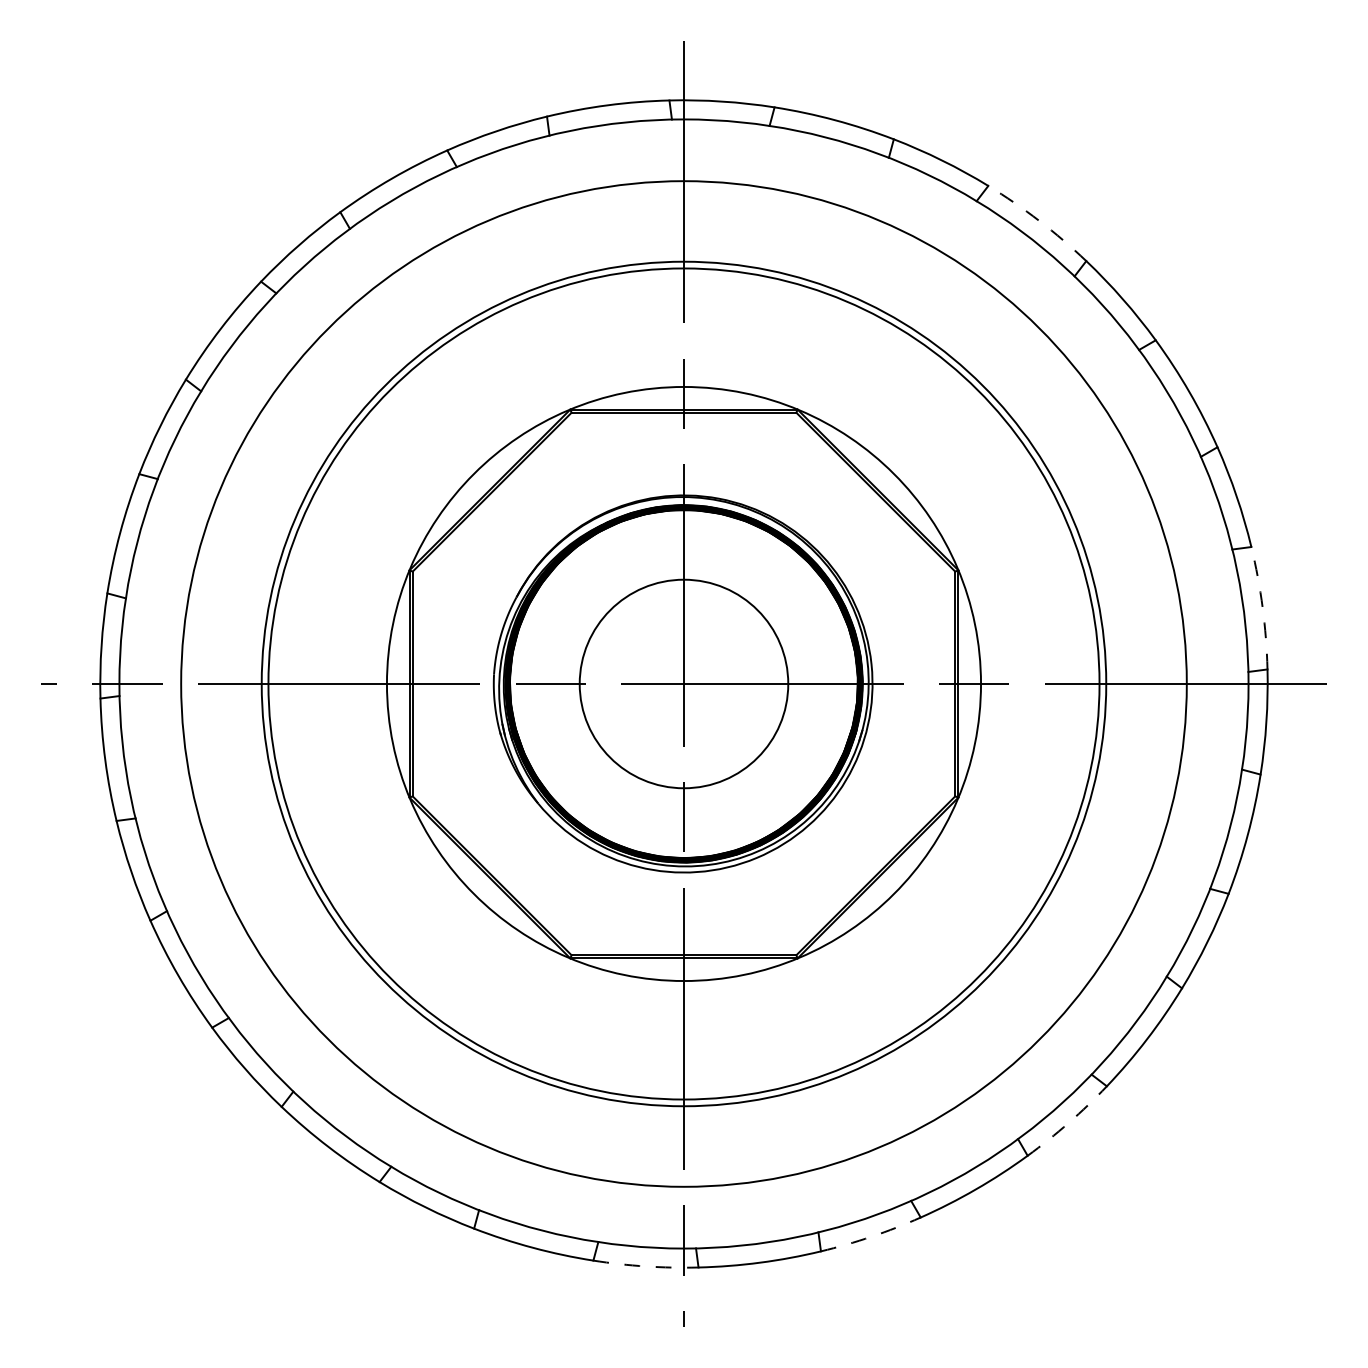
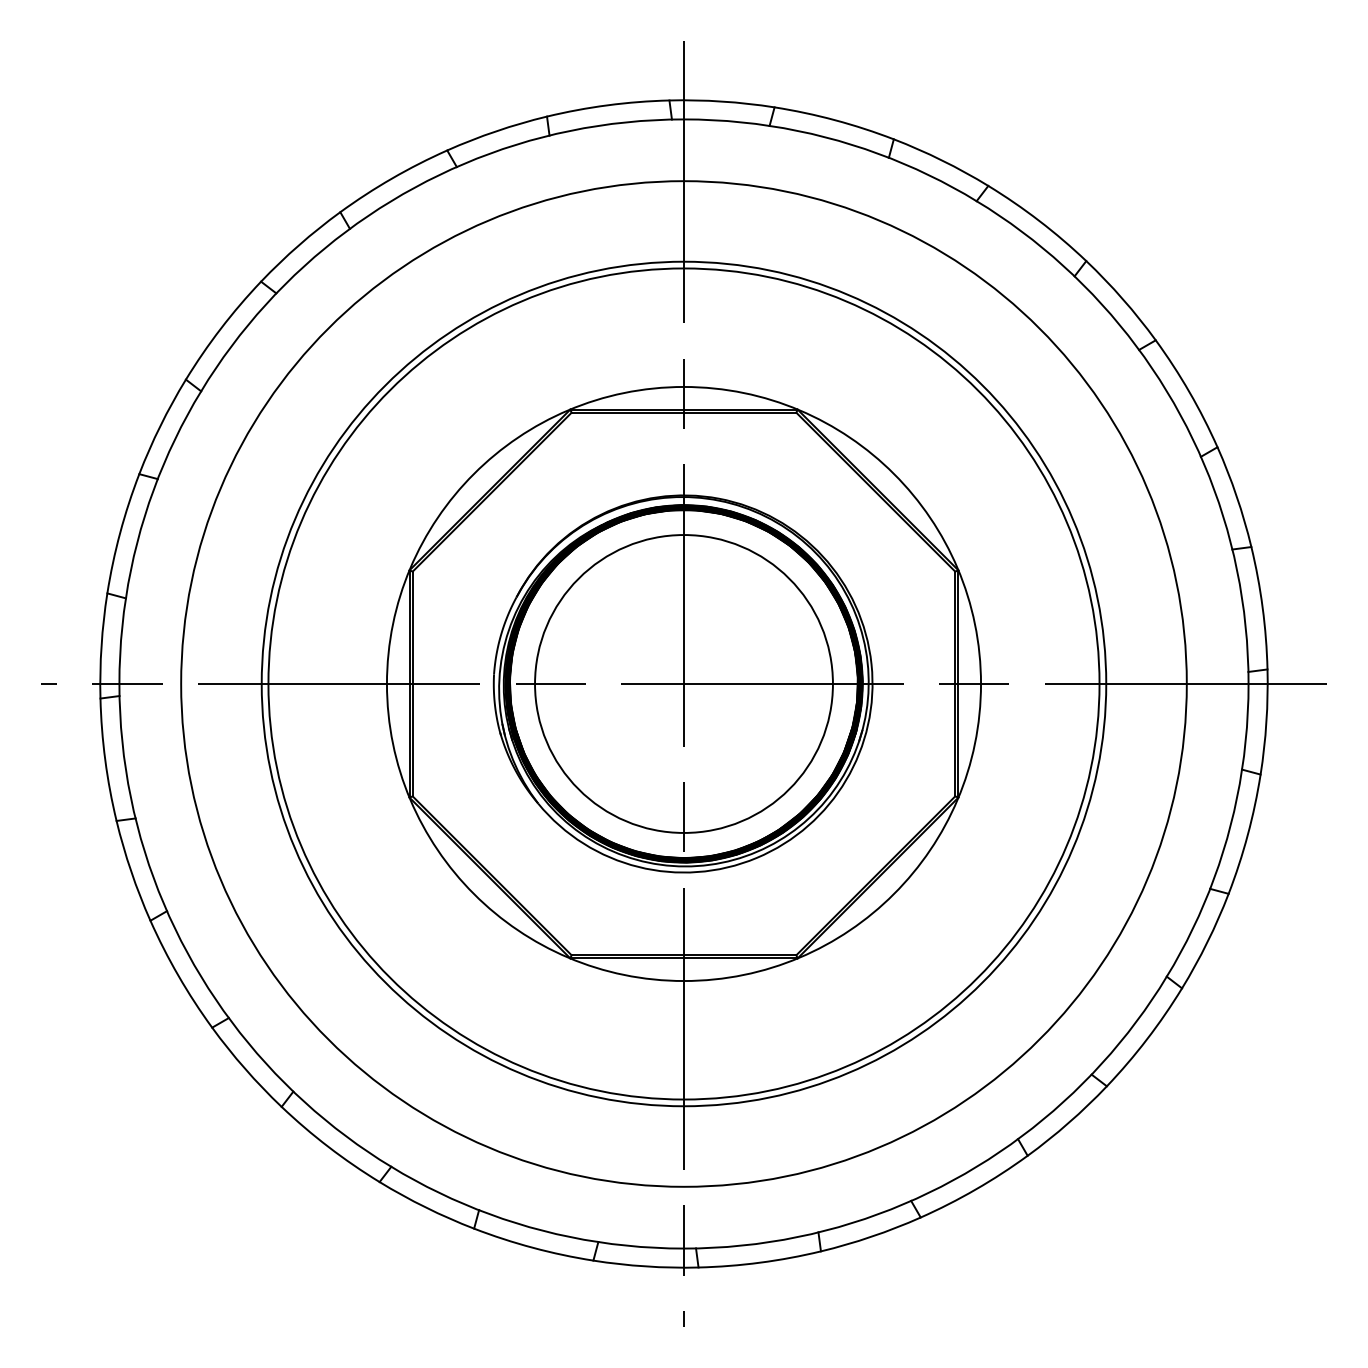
arc at (1039, 220): dashed -> solid
arc at (1262, 607): dashed -> solid
circle at (683, 683) diameter: 209 px -> 298 px
arc at (1068, 1122): dashed -> solid
arc at (871, 1236): dashed -> solid
arc at (645, 1266): dashed -> solid
